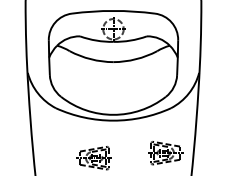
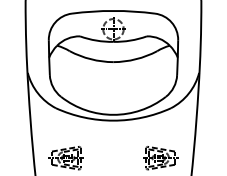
part at (165, 153) position: (165, 153) -> (160, 158)
part at (93, 158) position: (93, 158) -> (65, 158)
